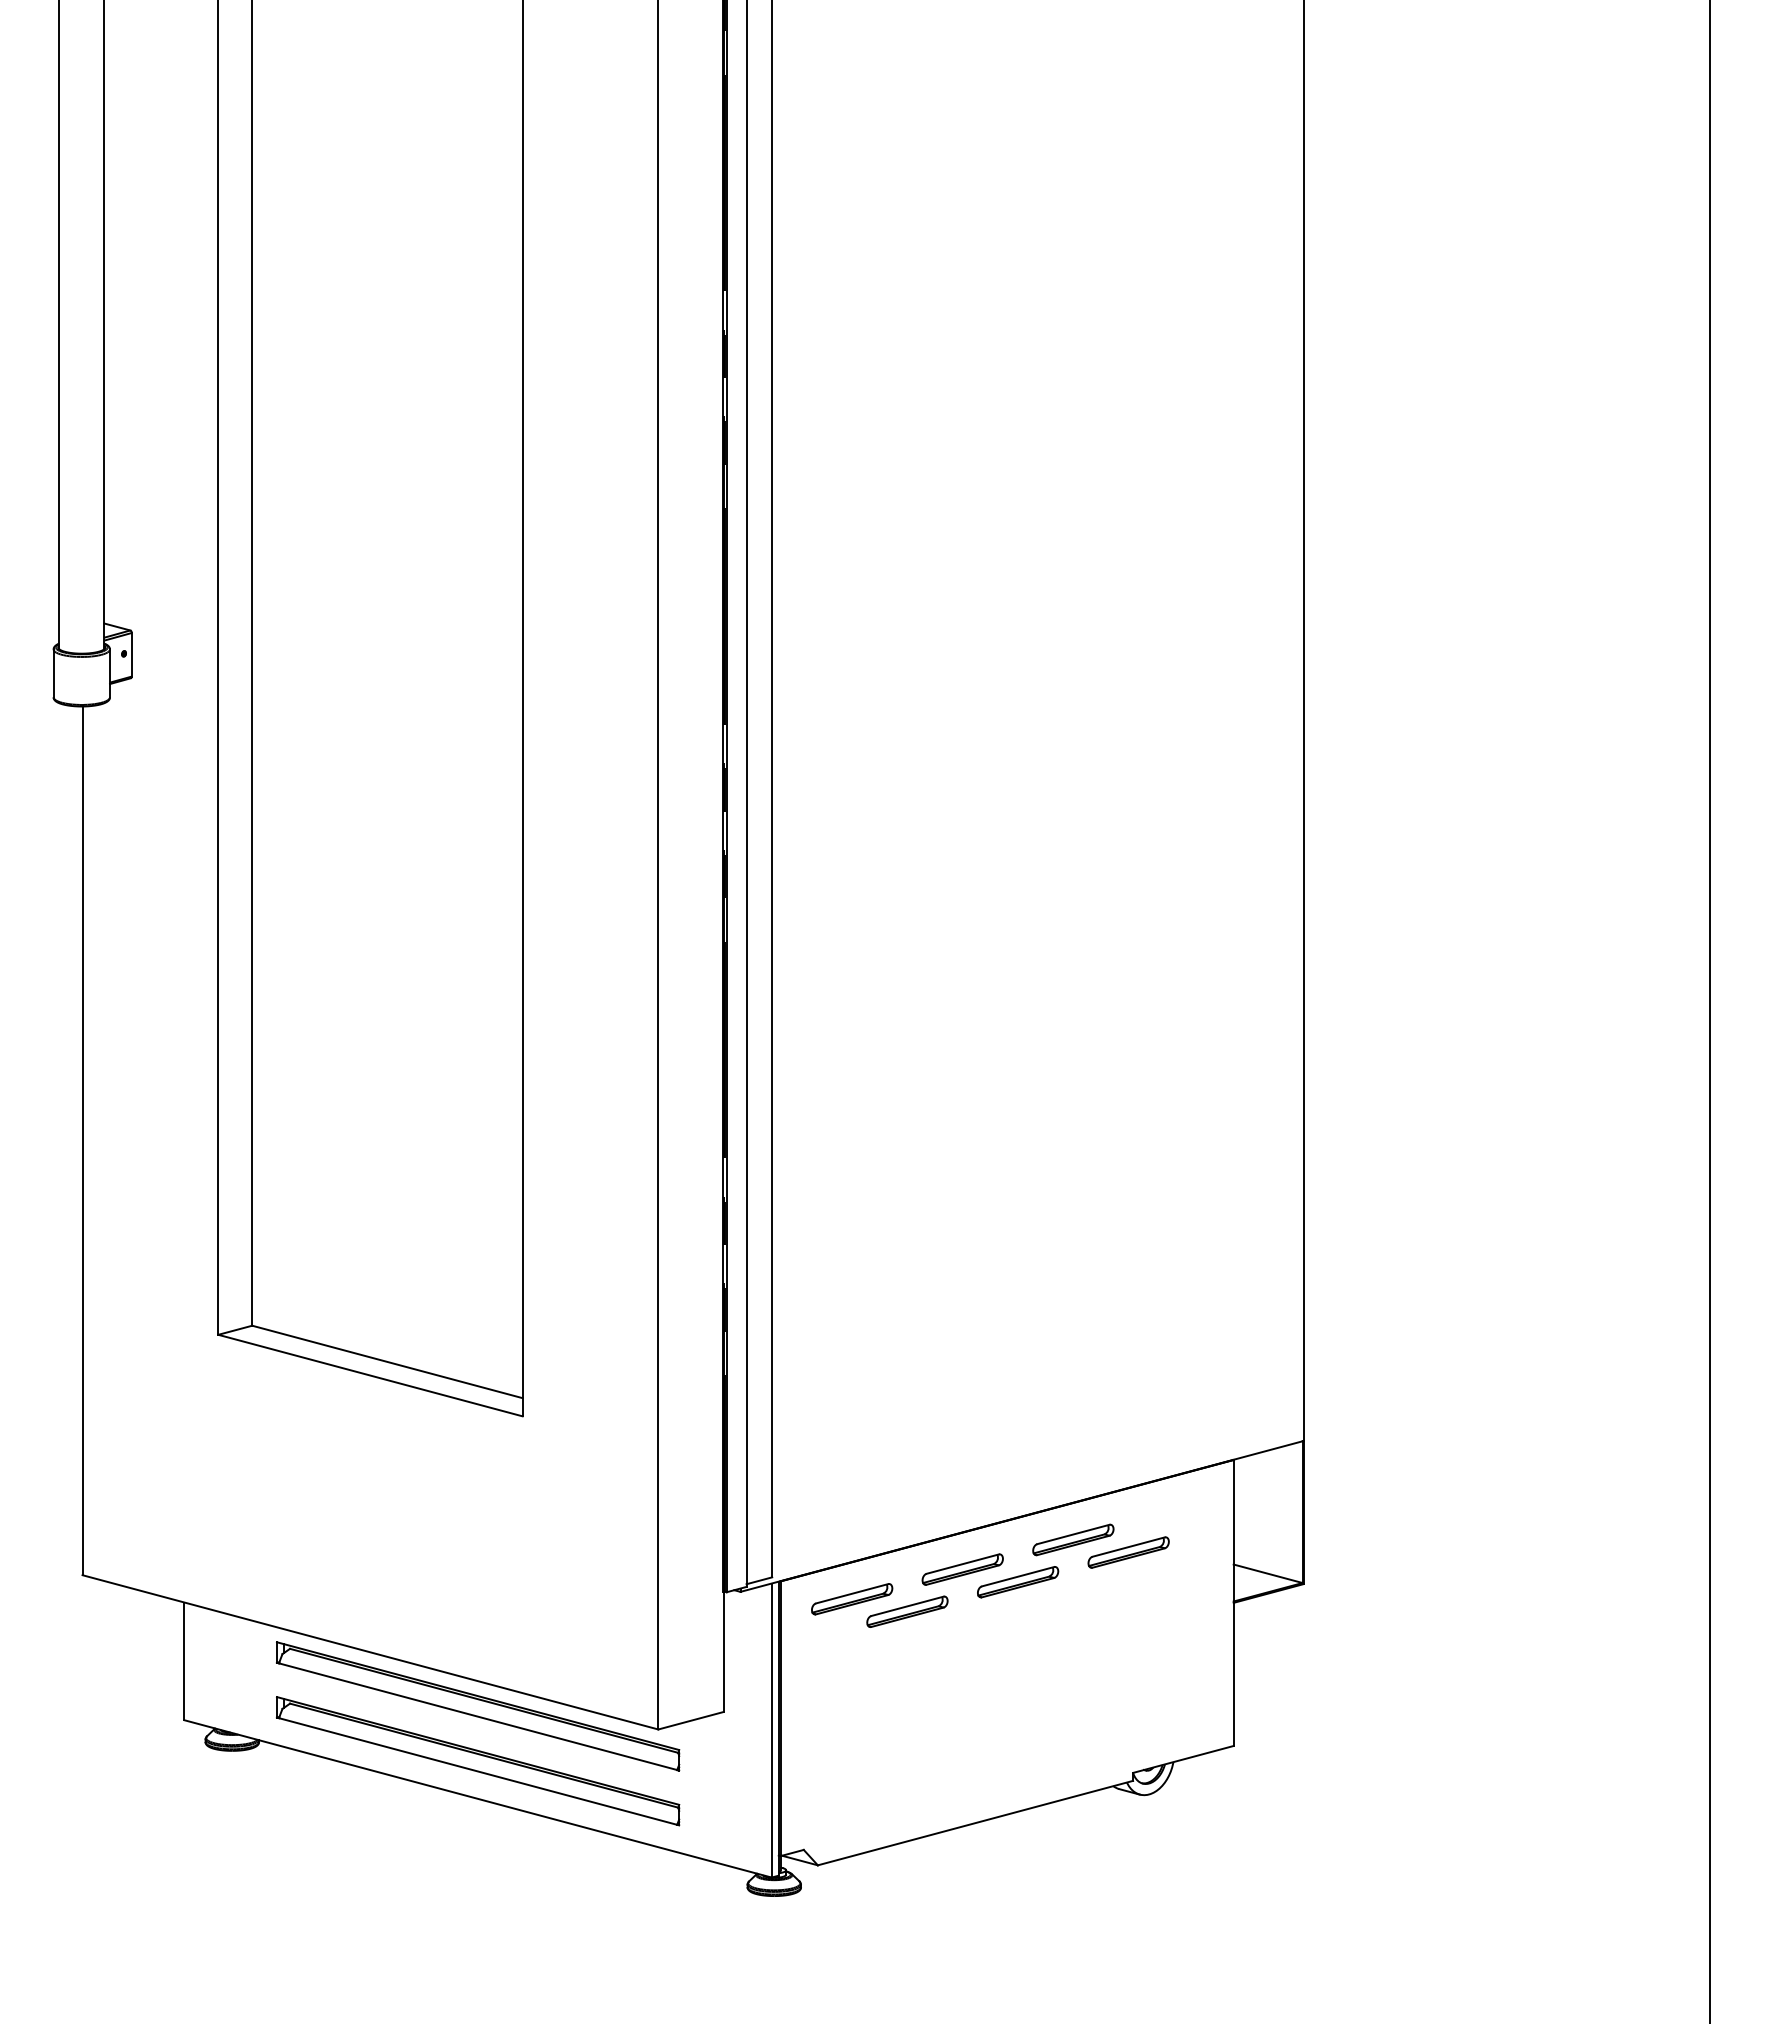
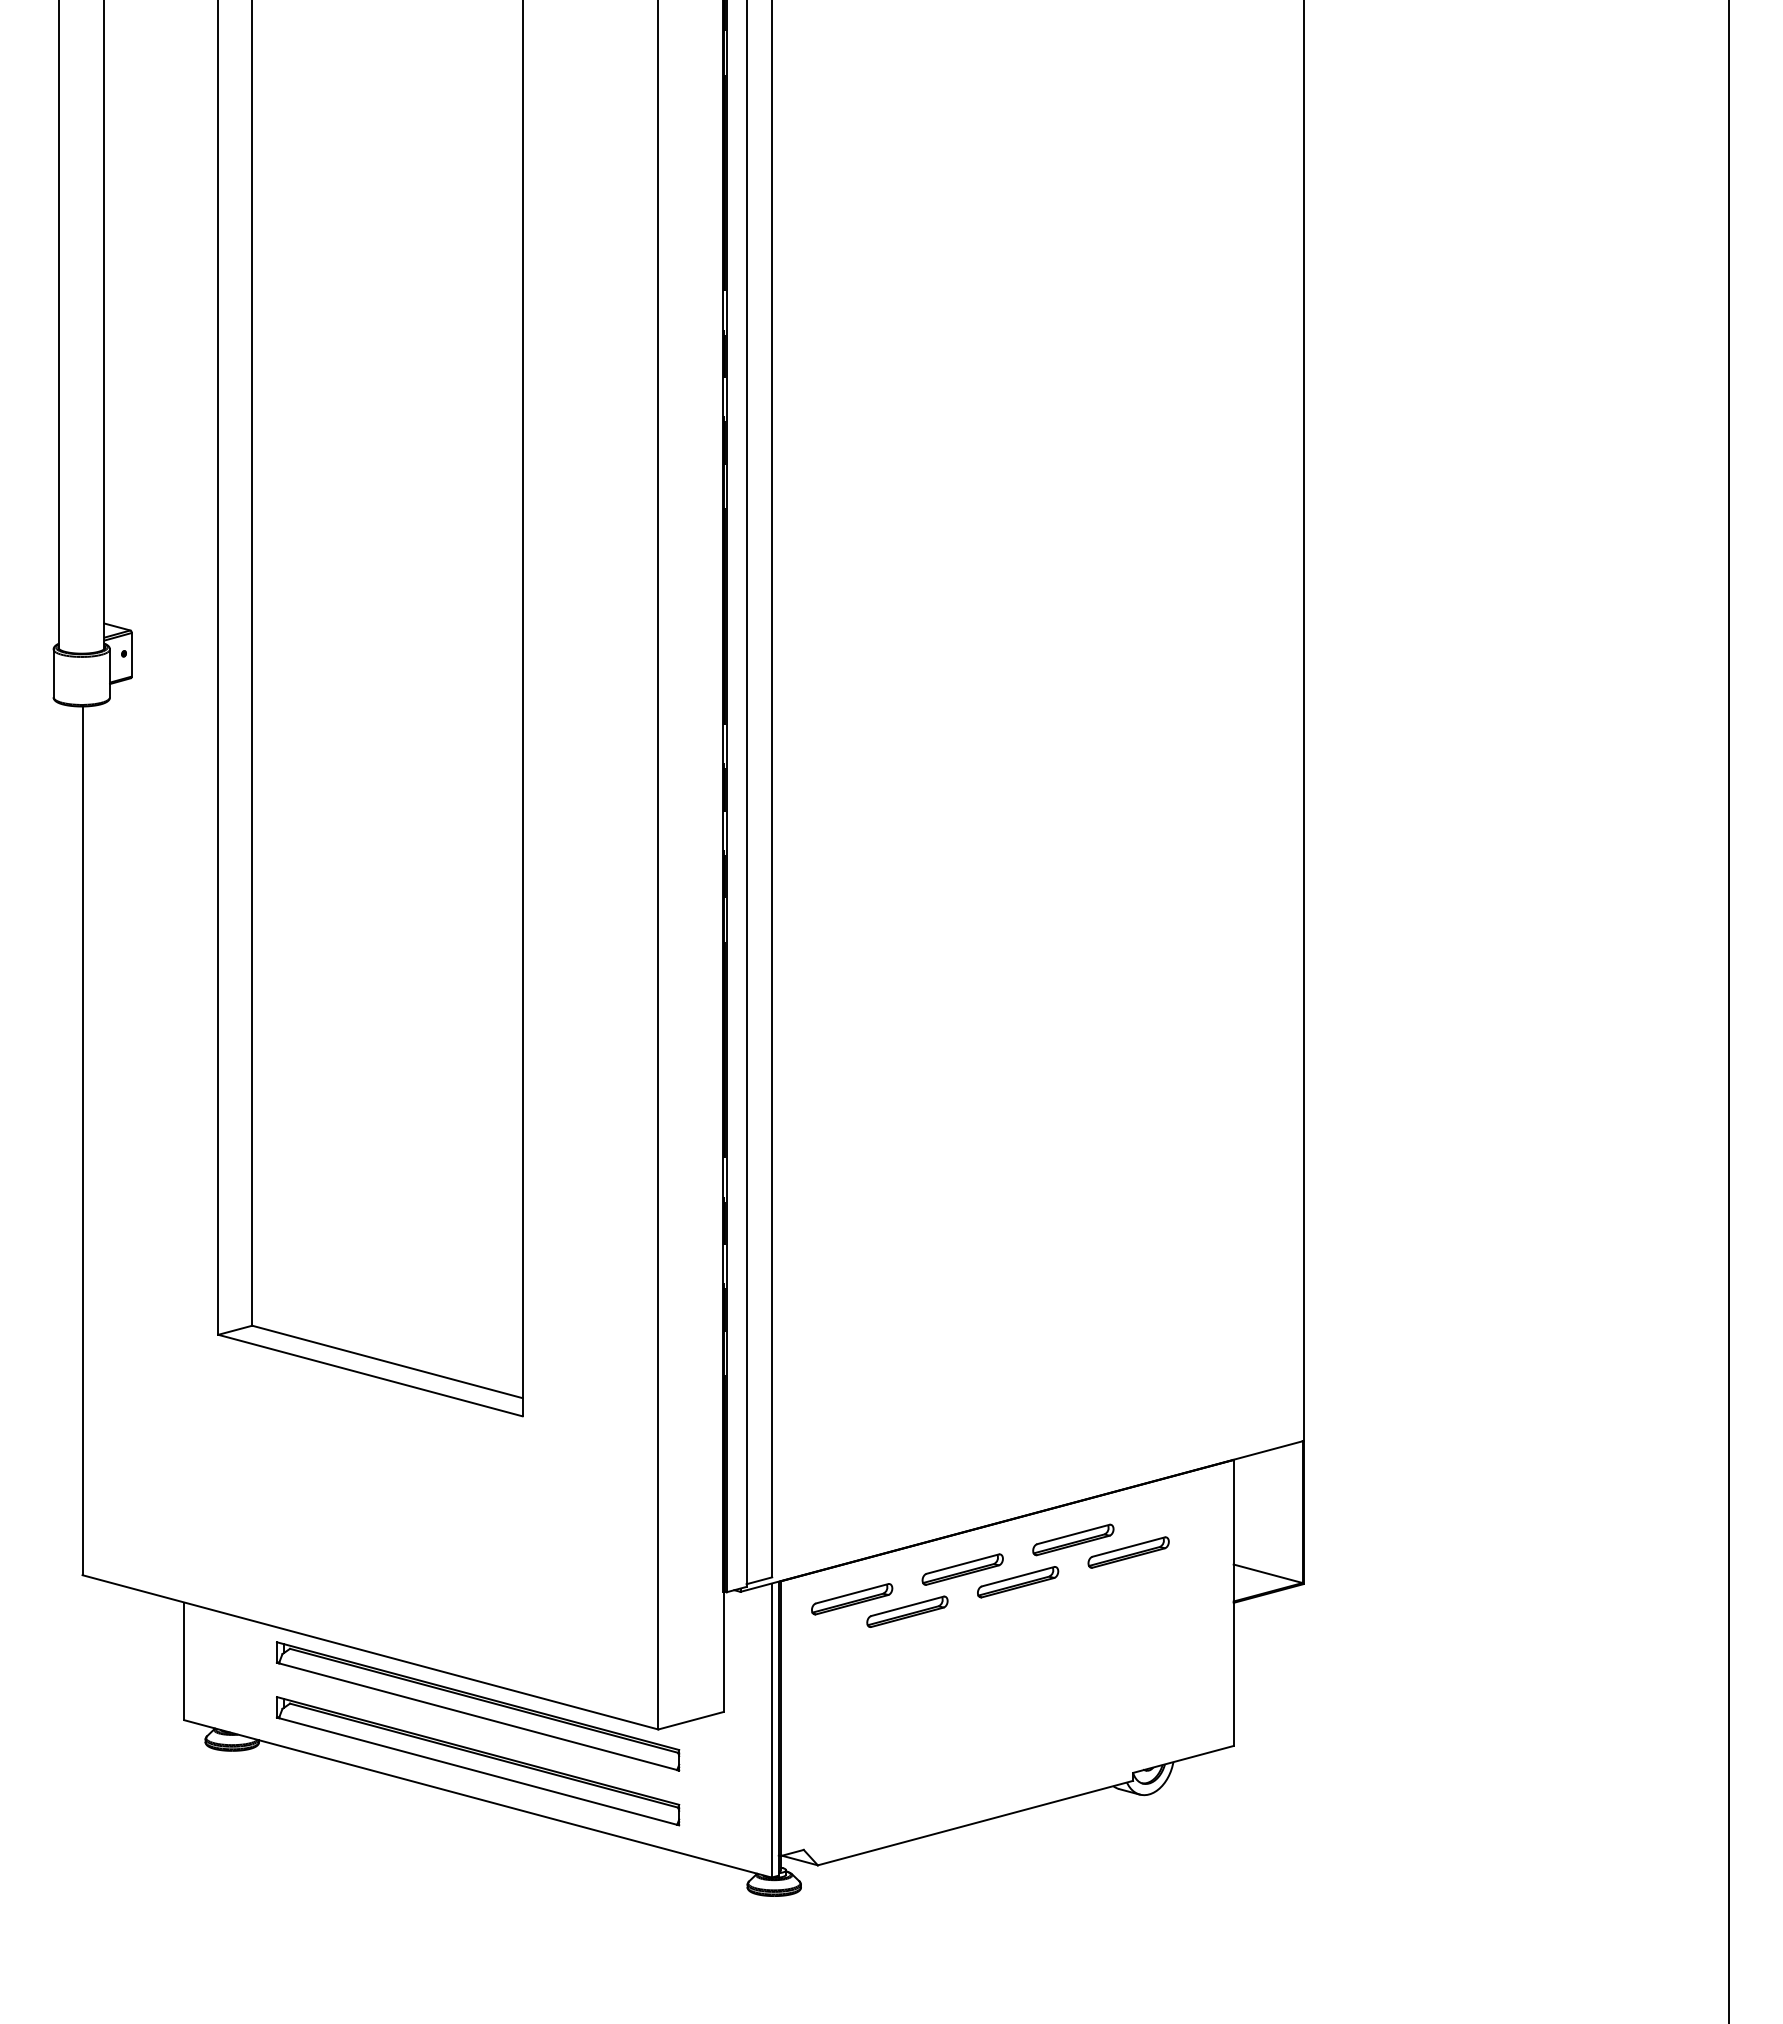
line at (1710, 1011) position: (1710, 1011) -> (1729, 1011)
